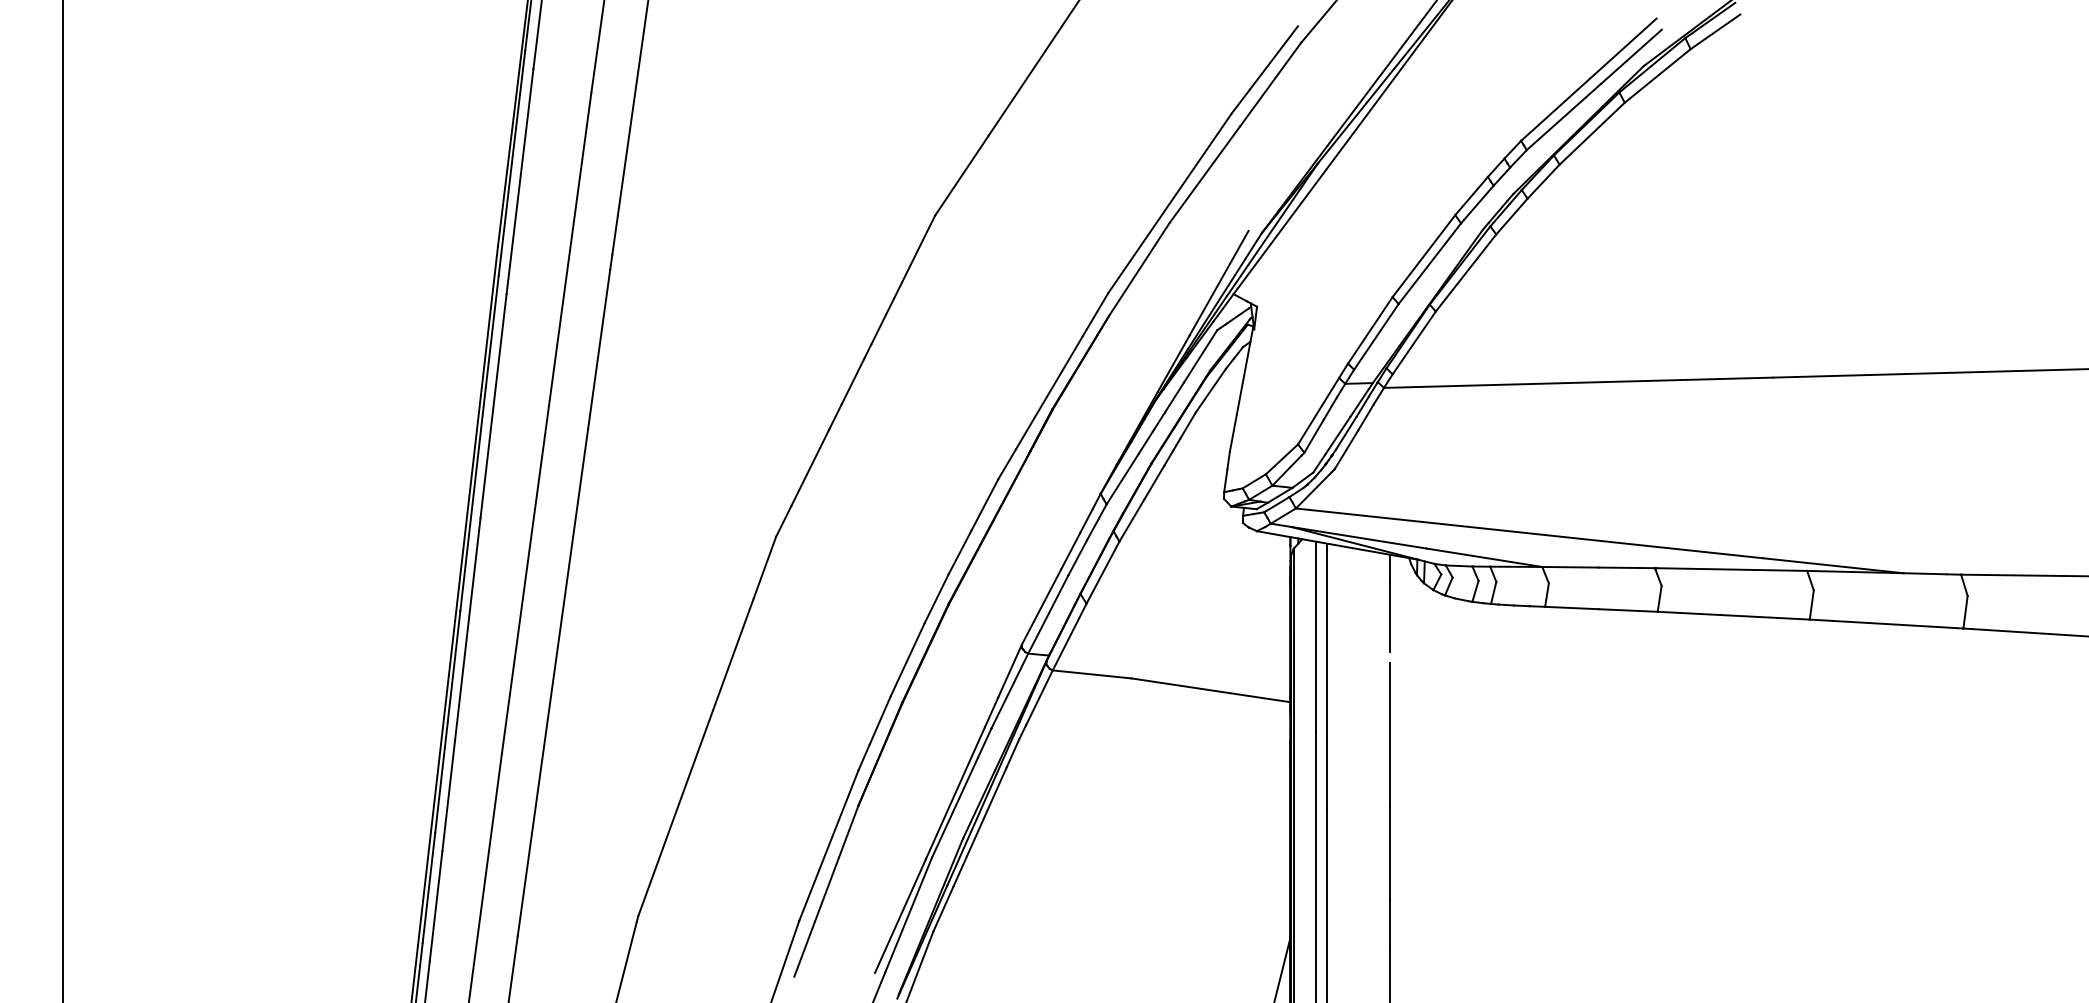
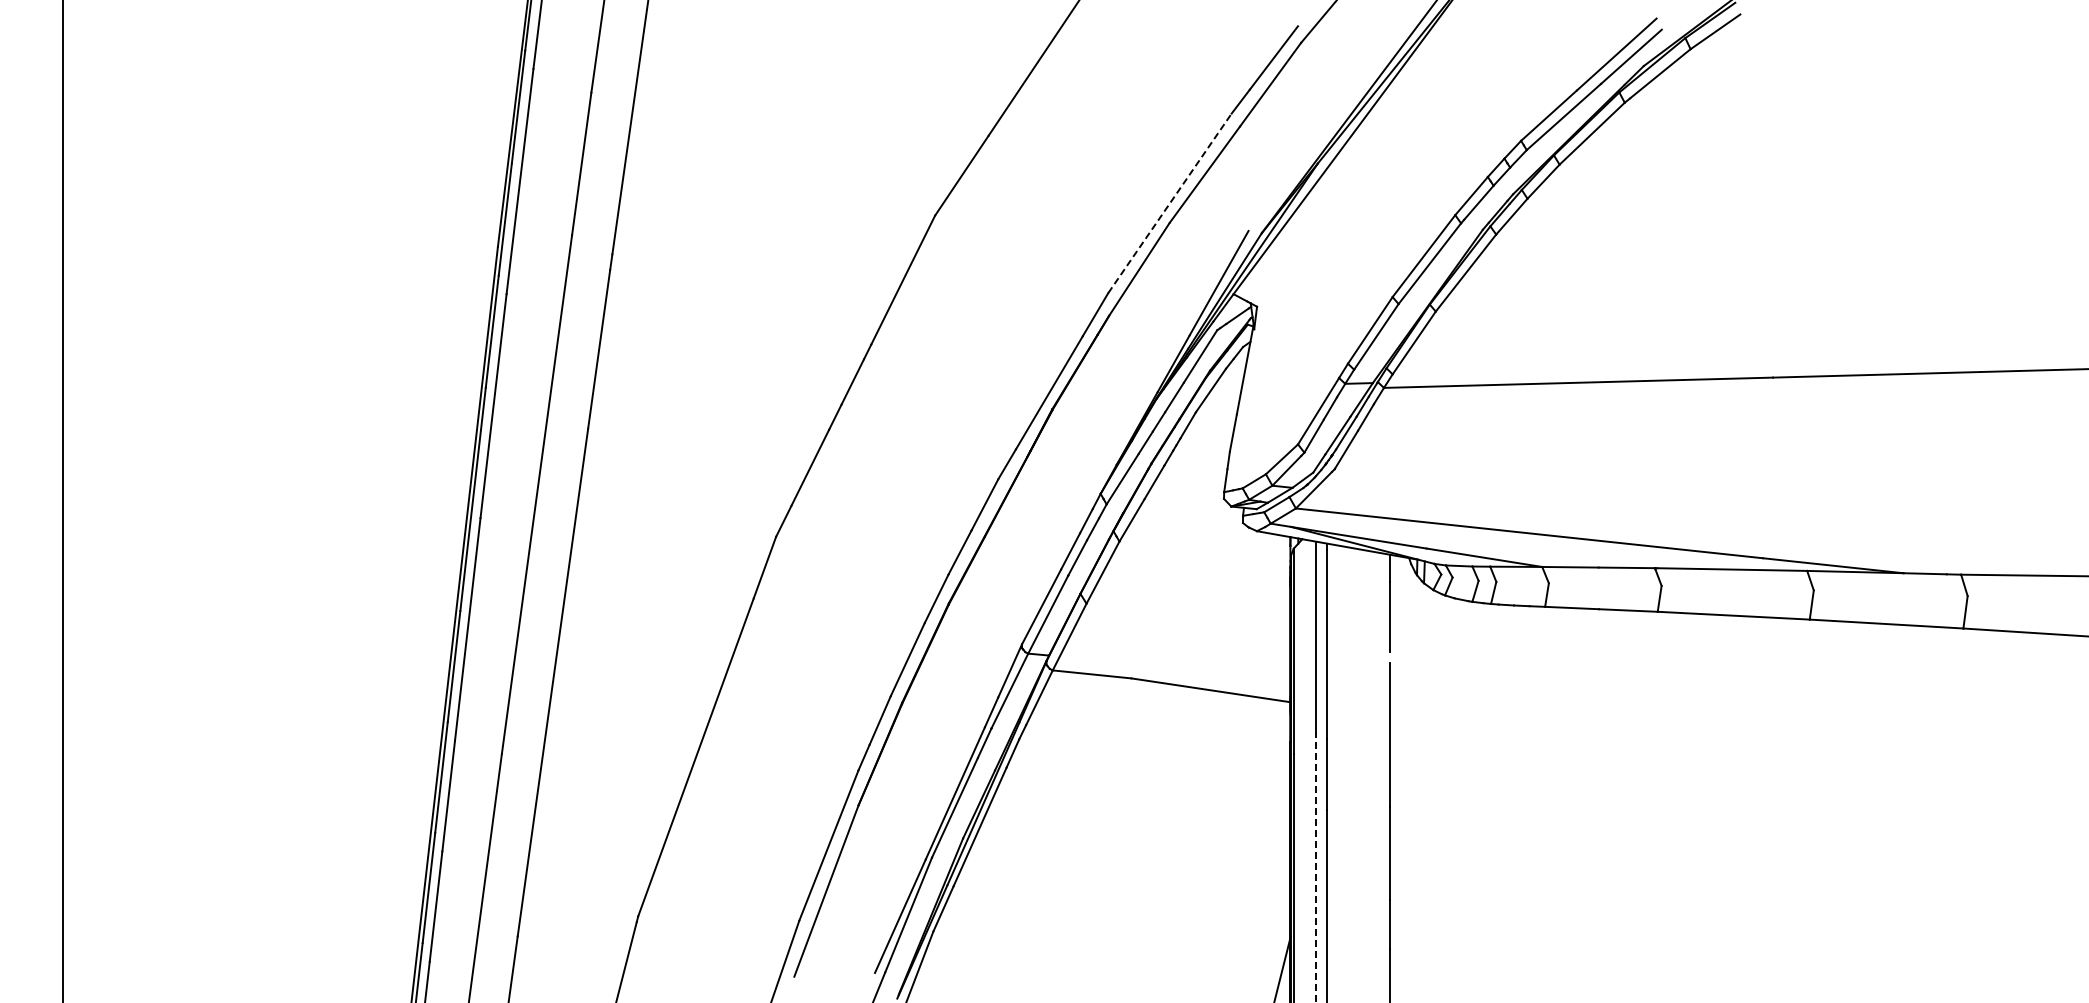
line at (1169, 203): solid -> dashed
line at (1316, 867): solid -> dashed
